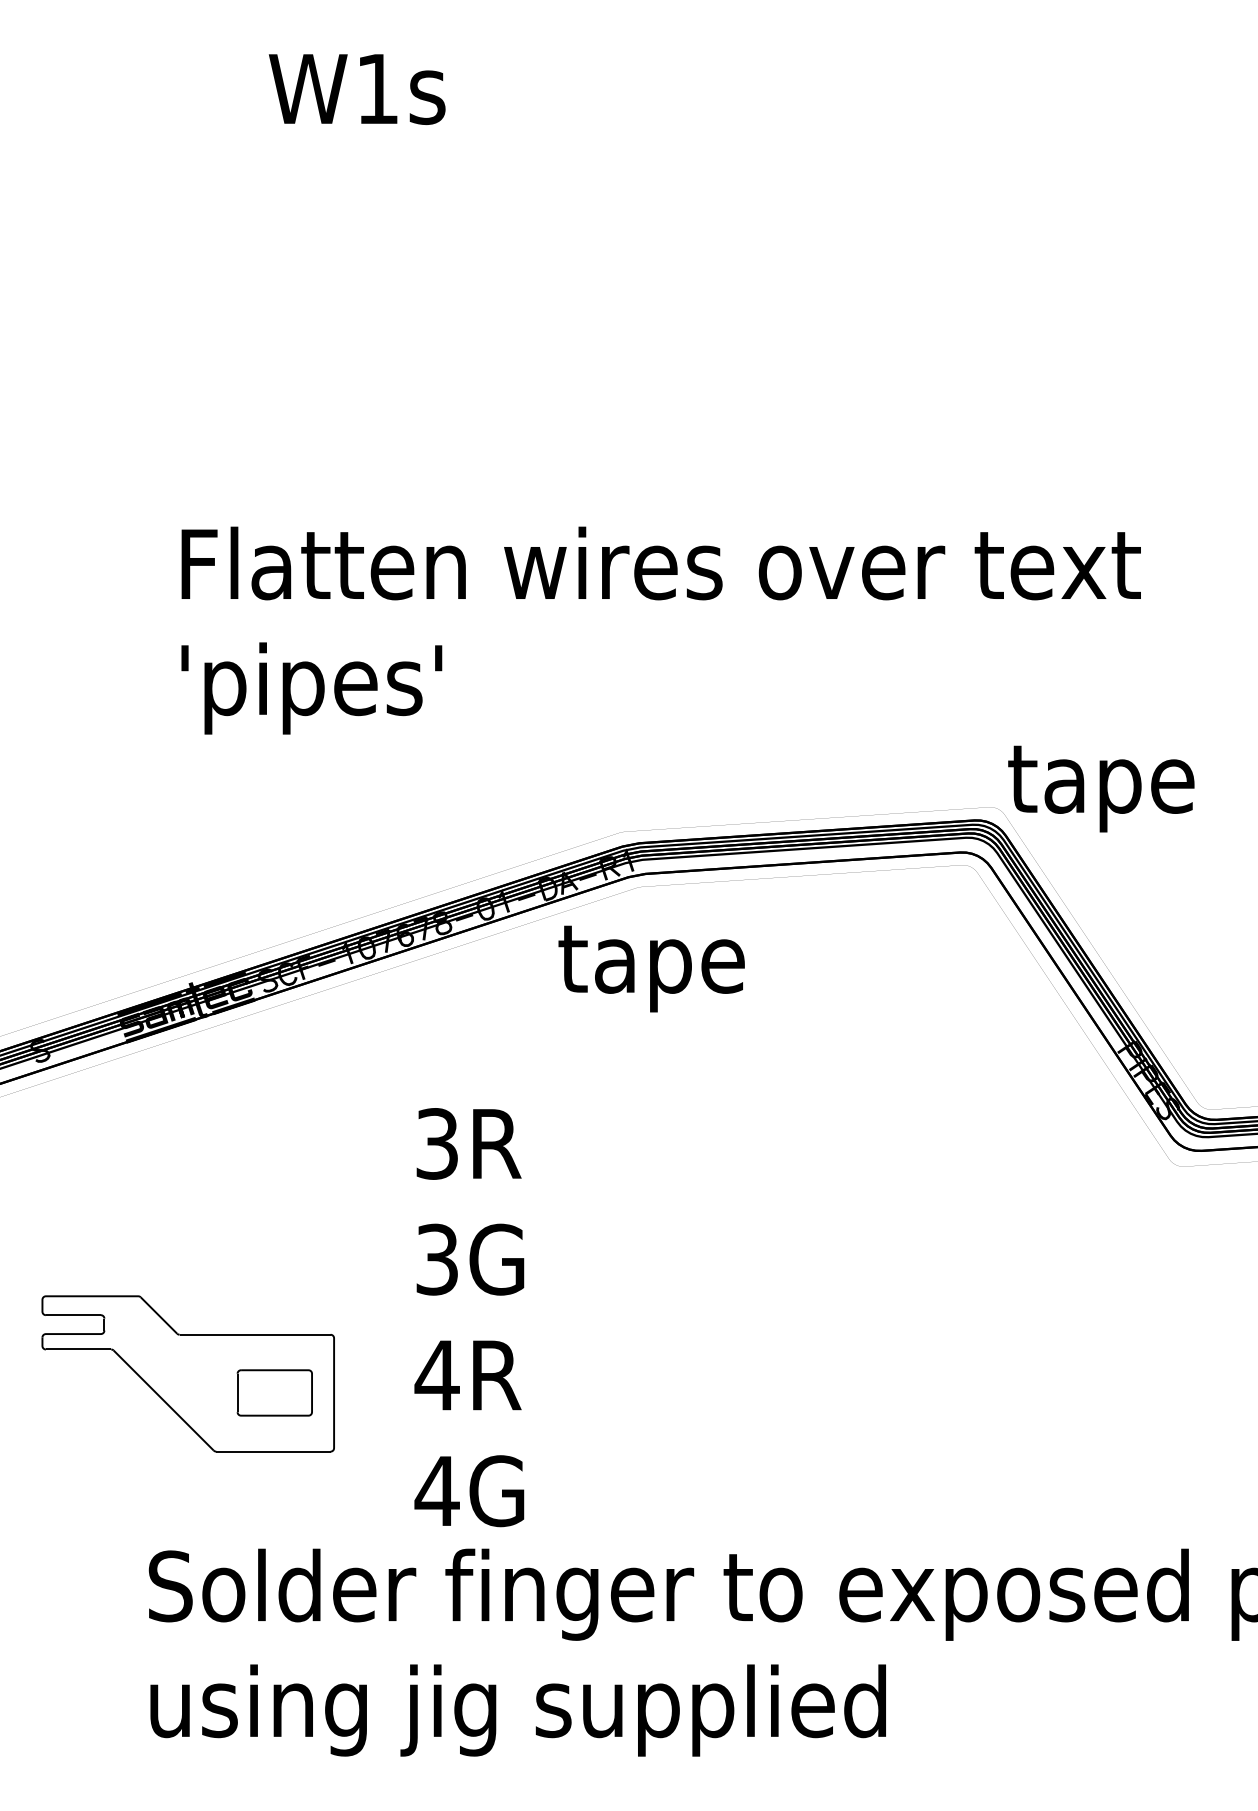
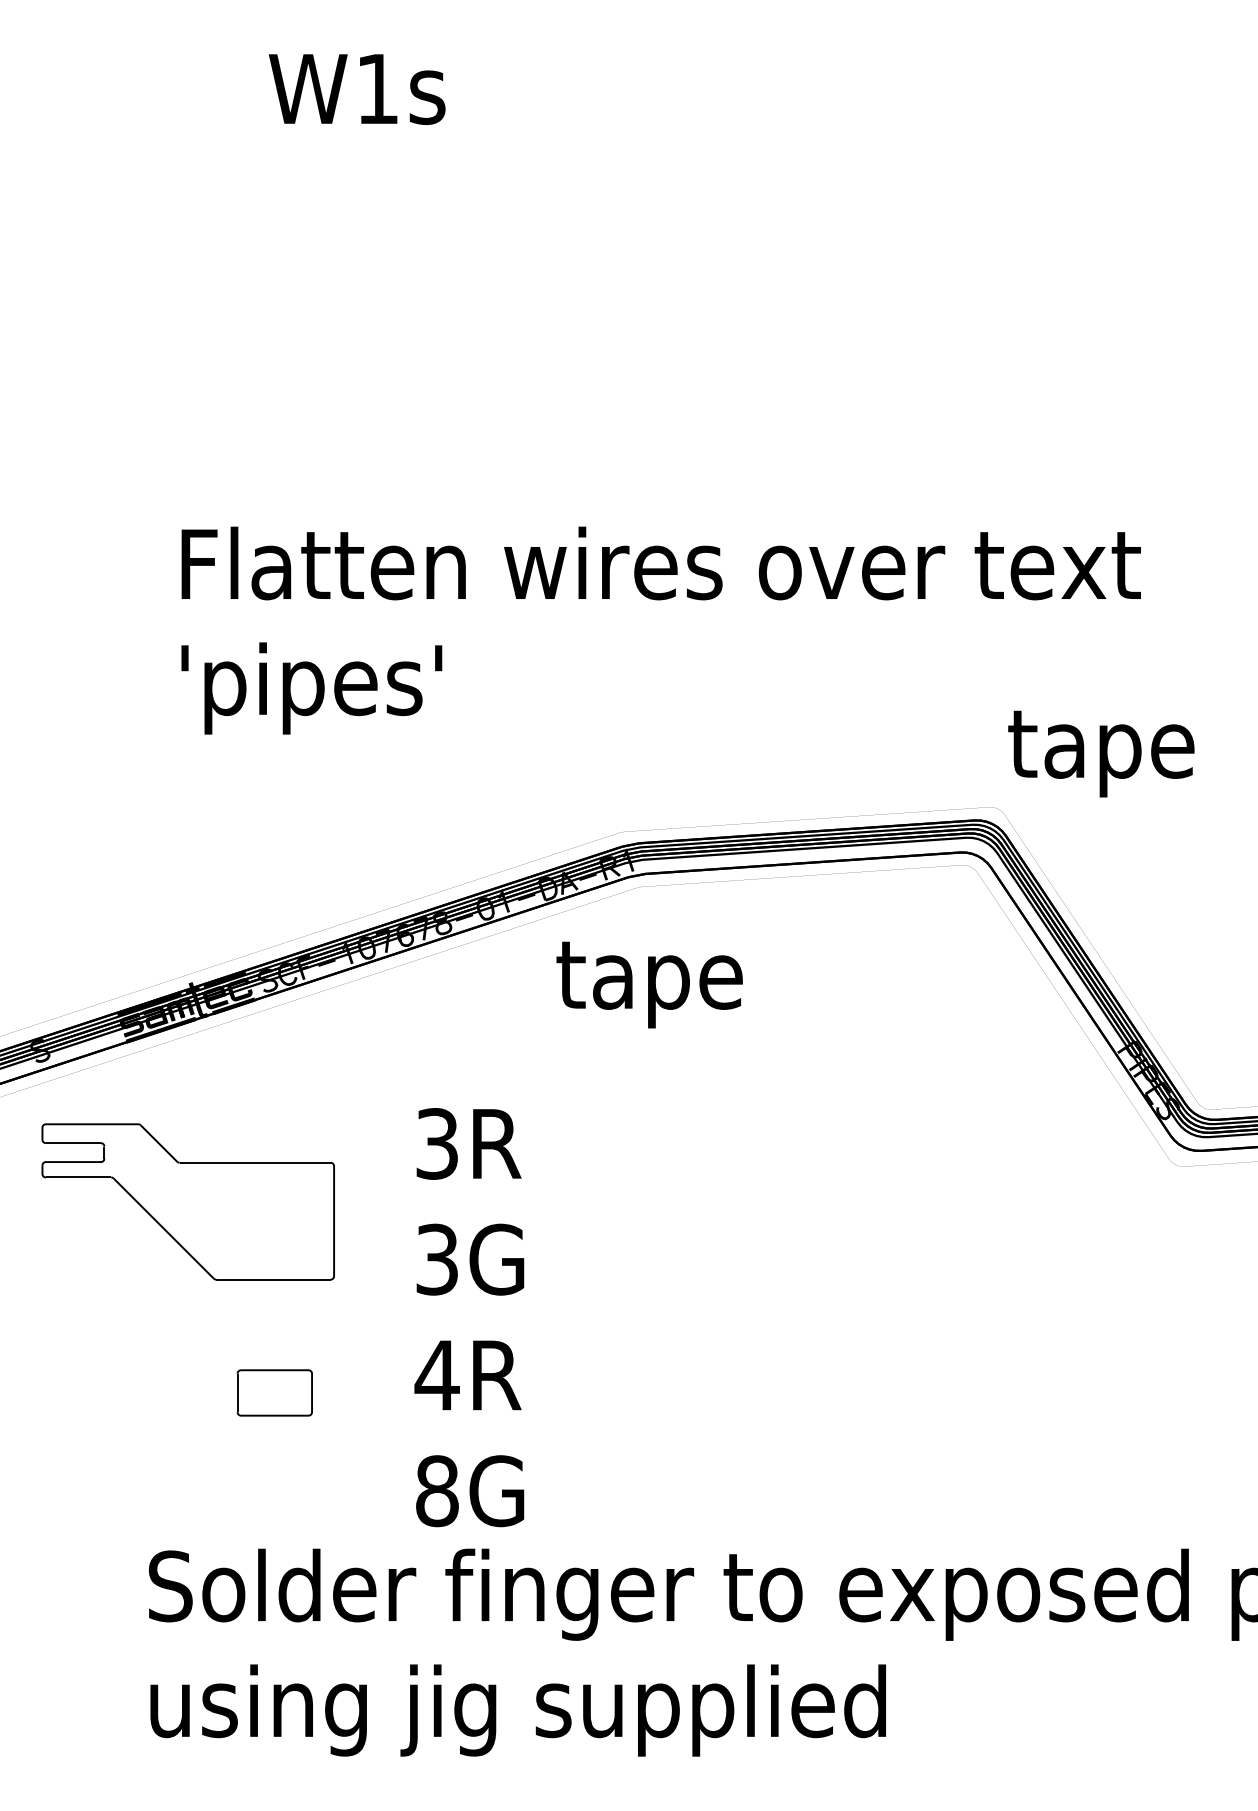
text at (1101, 788) position: (1101, 788) -> (1101, 753)
text at (651, 968) position: (651, 968) -> (649, 984)
part at (187, 1373) position: (187, 1373) -> (187, 1201)
text at (436, 1491): 4G -> 8G
